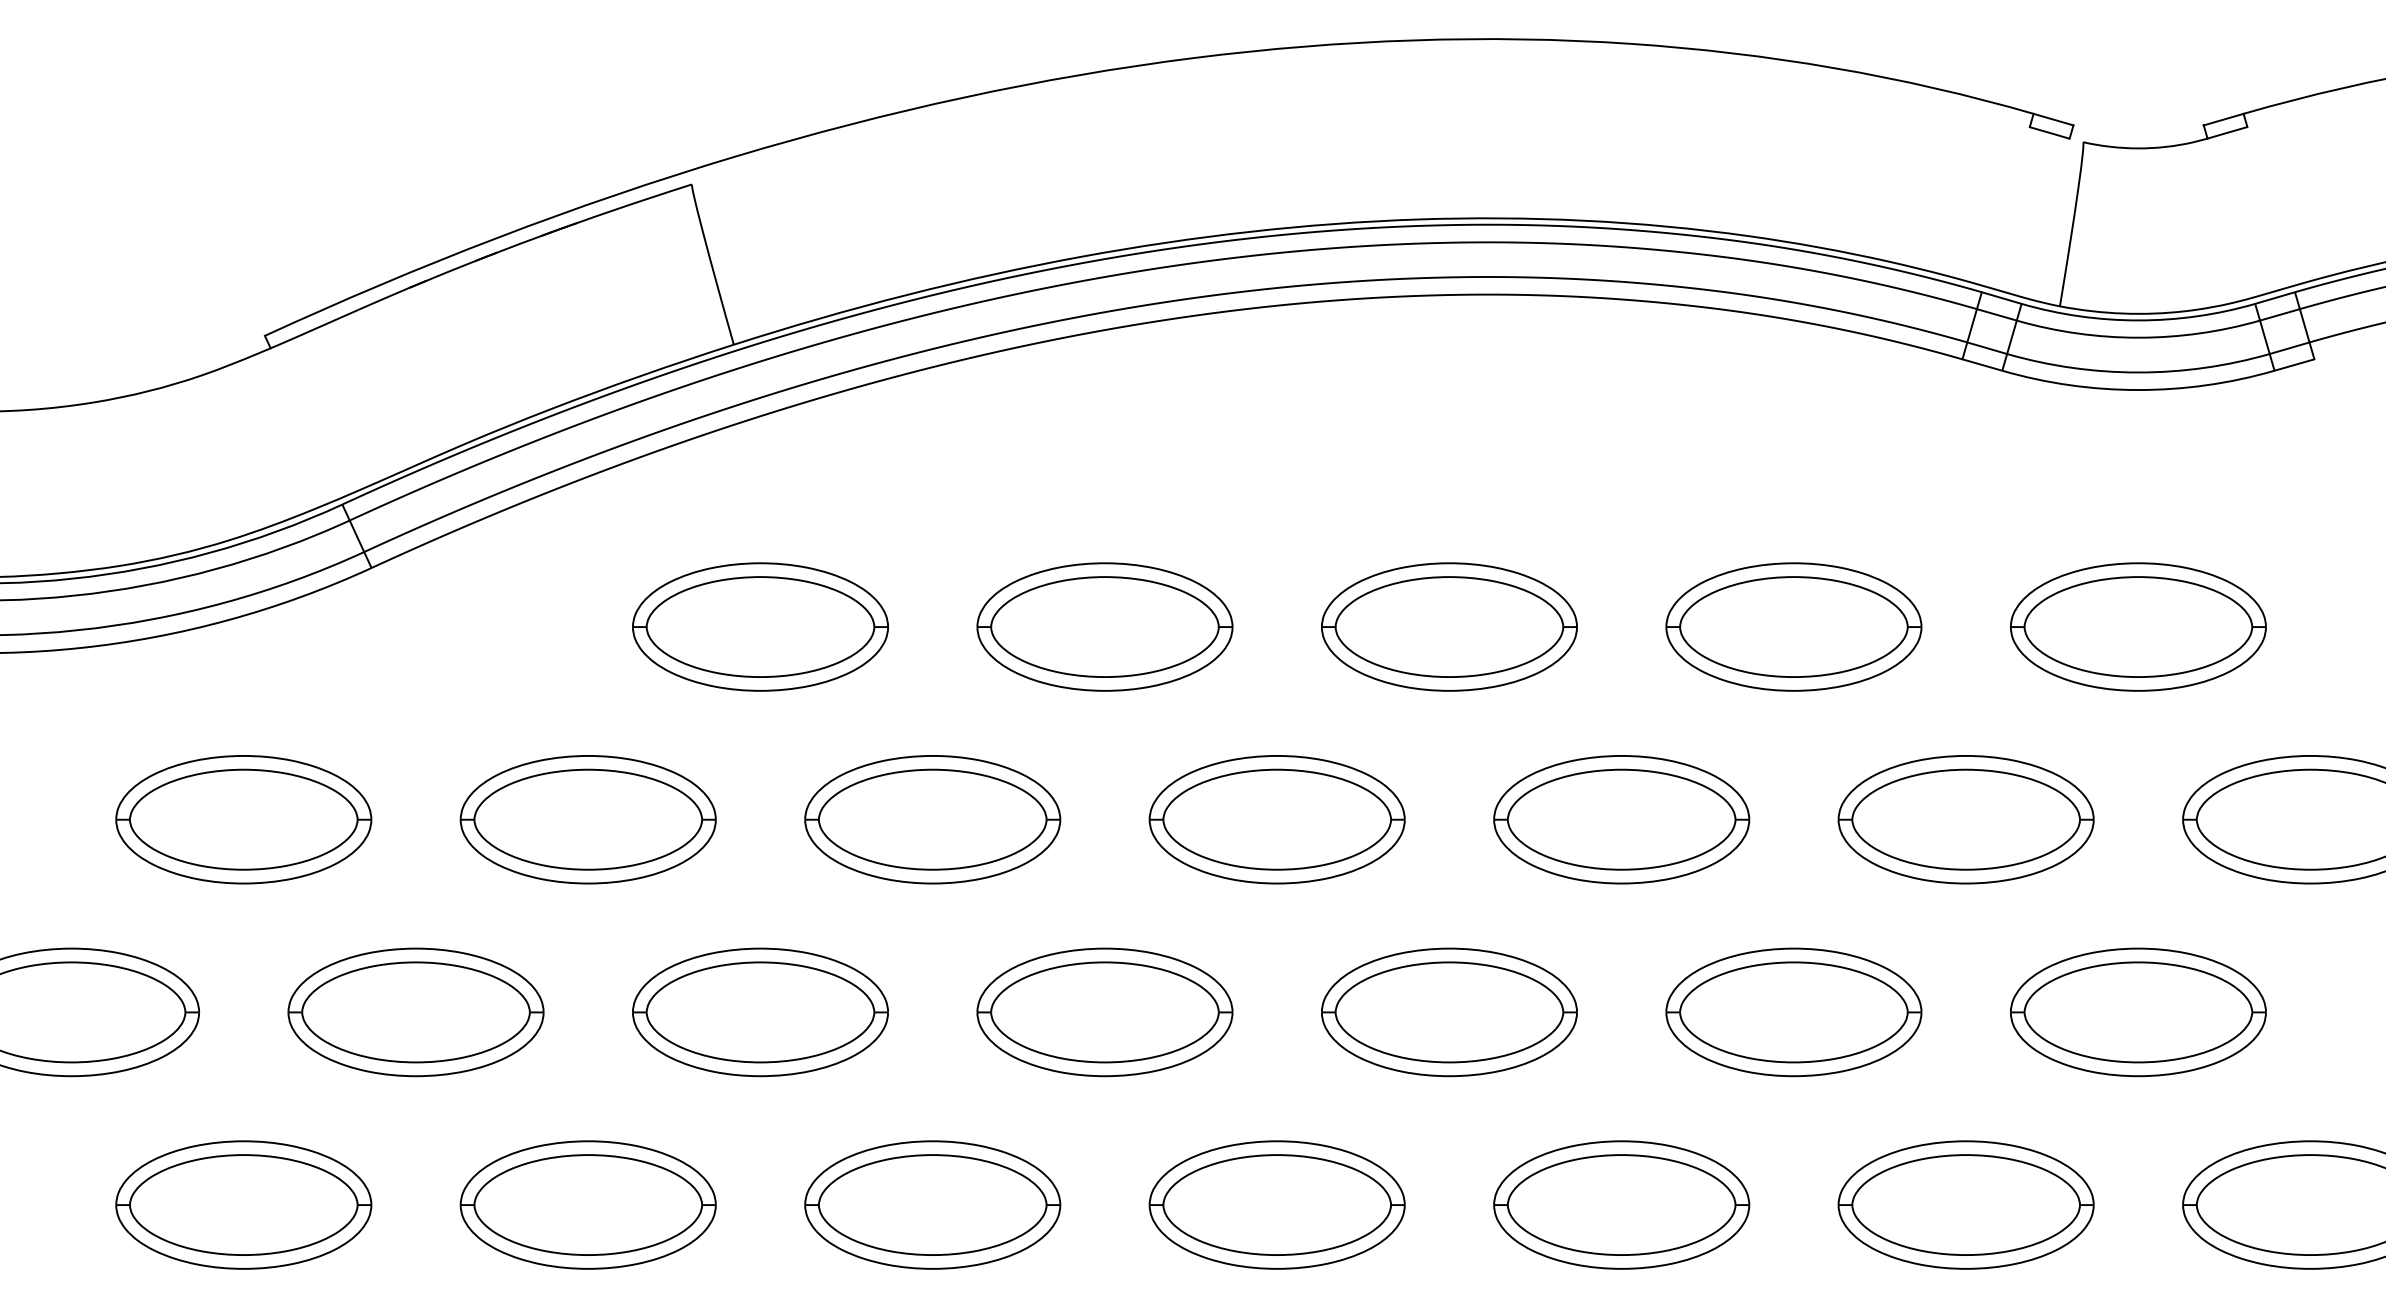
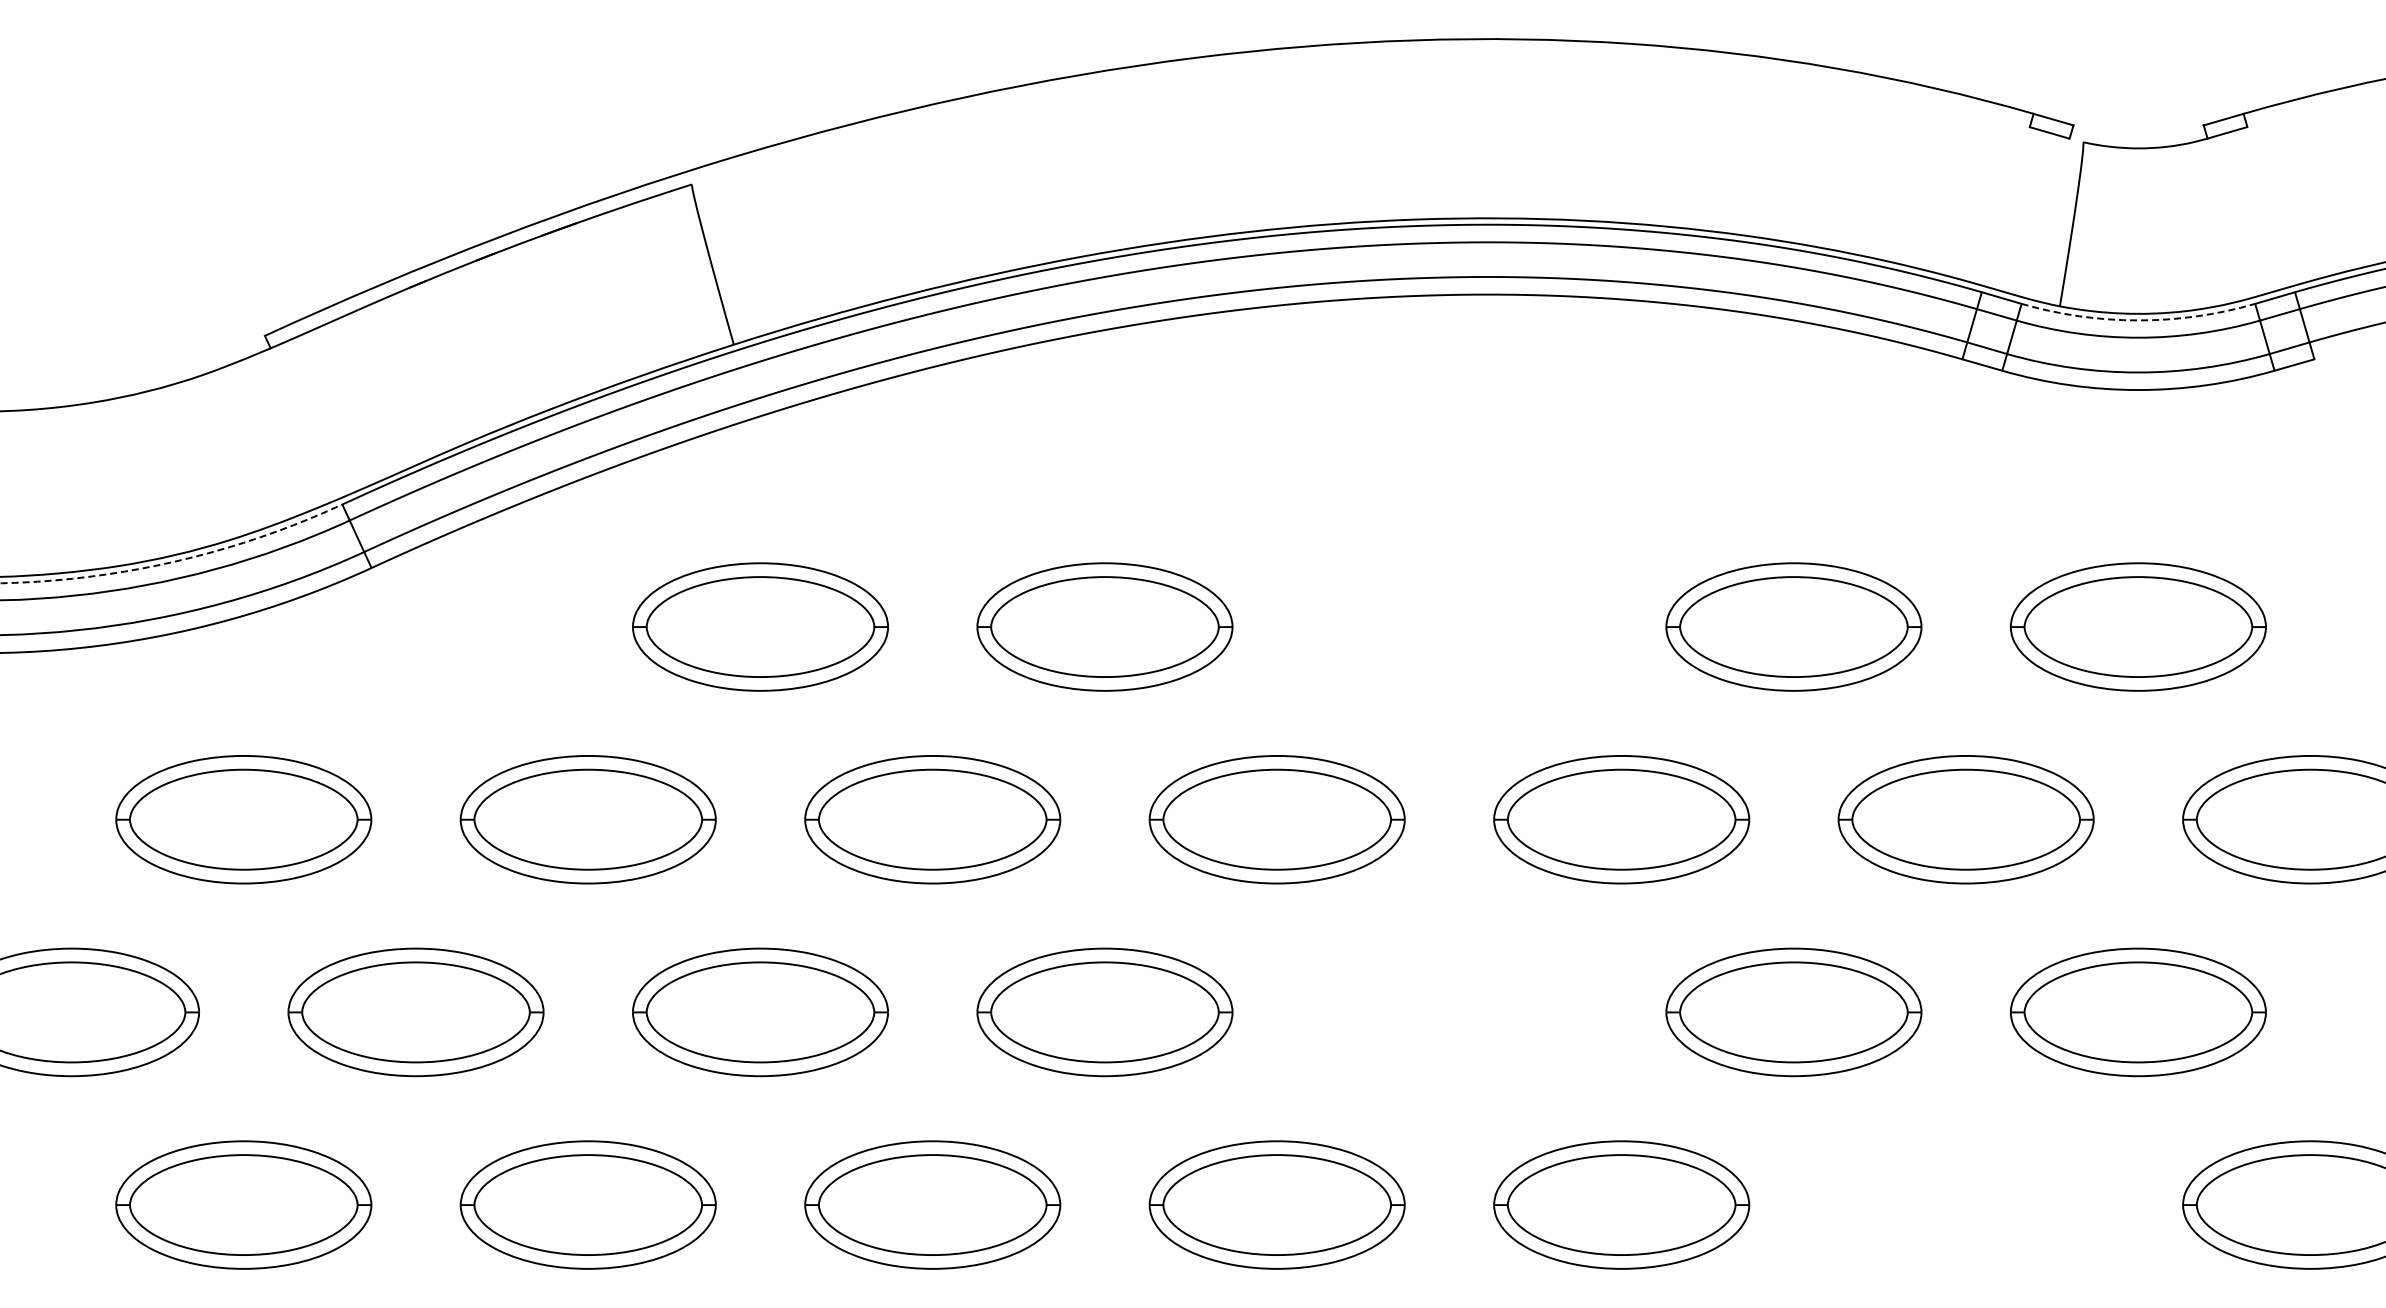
arc at (2138, 320): solid -> dashed
arc at (175, 561): solid -> dashed
part at (1449, 626): present -> none
part at (1449, 1012): present -> none
part at (1965, 1204): present -> none
